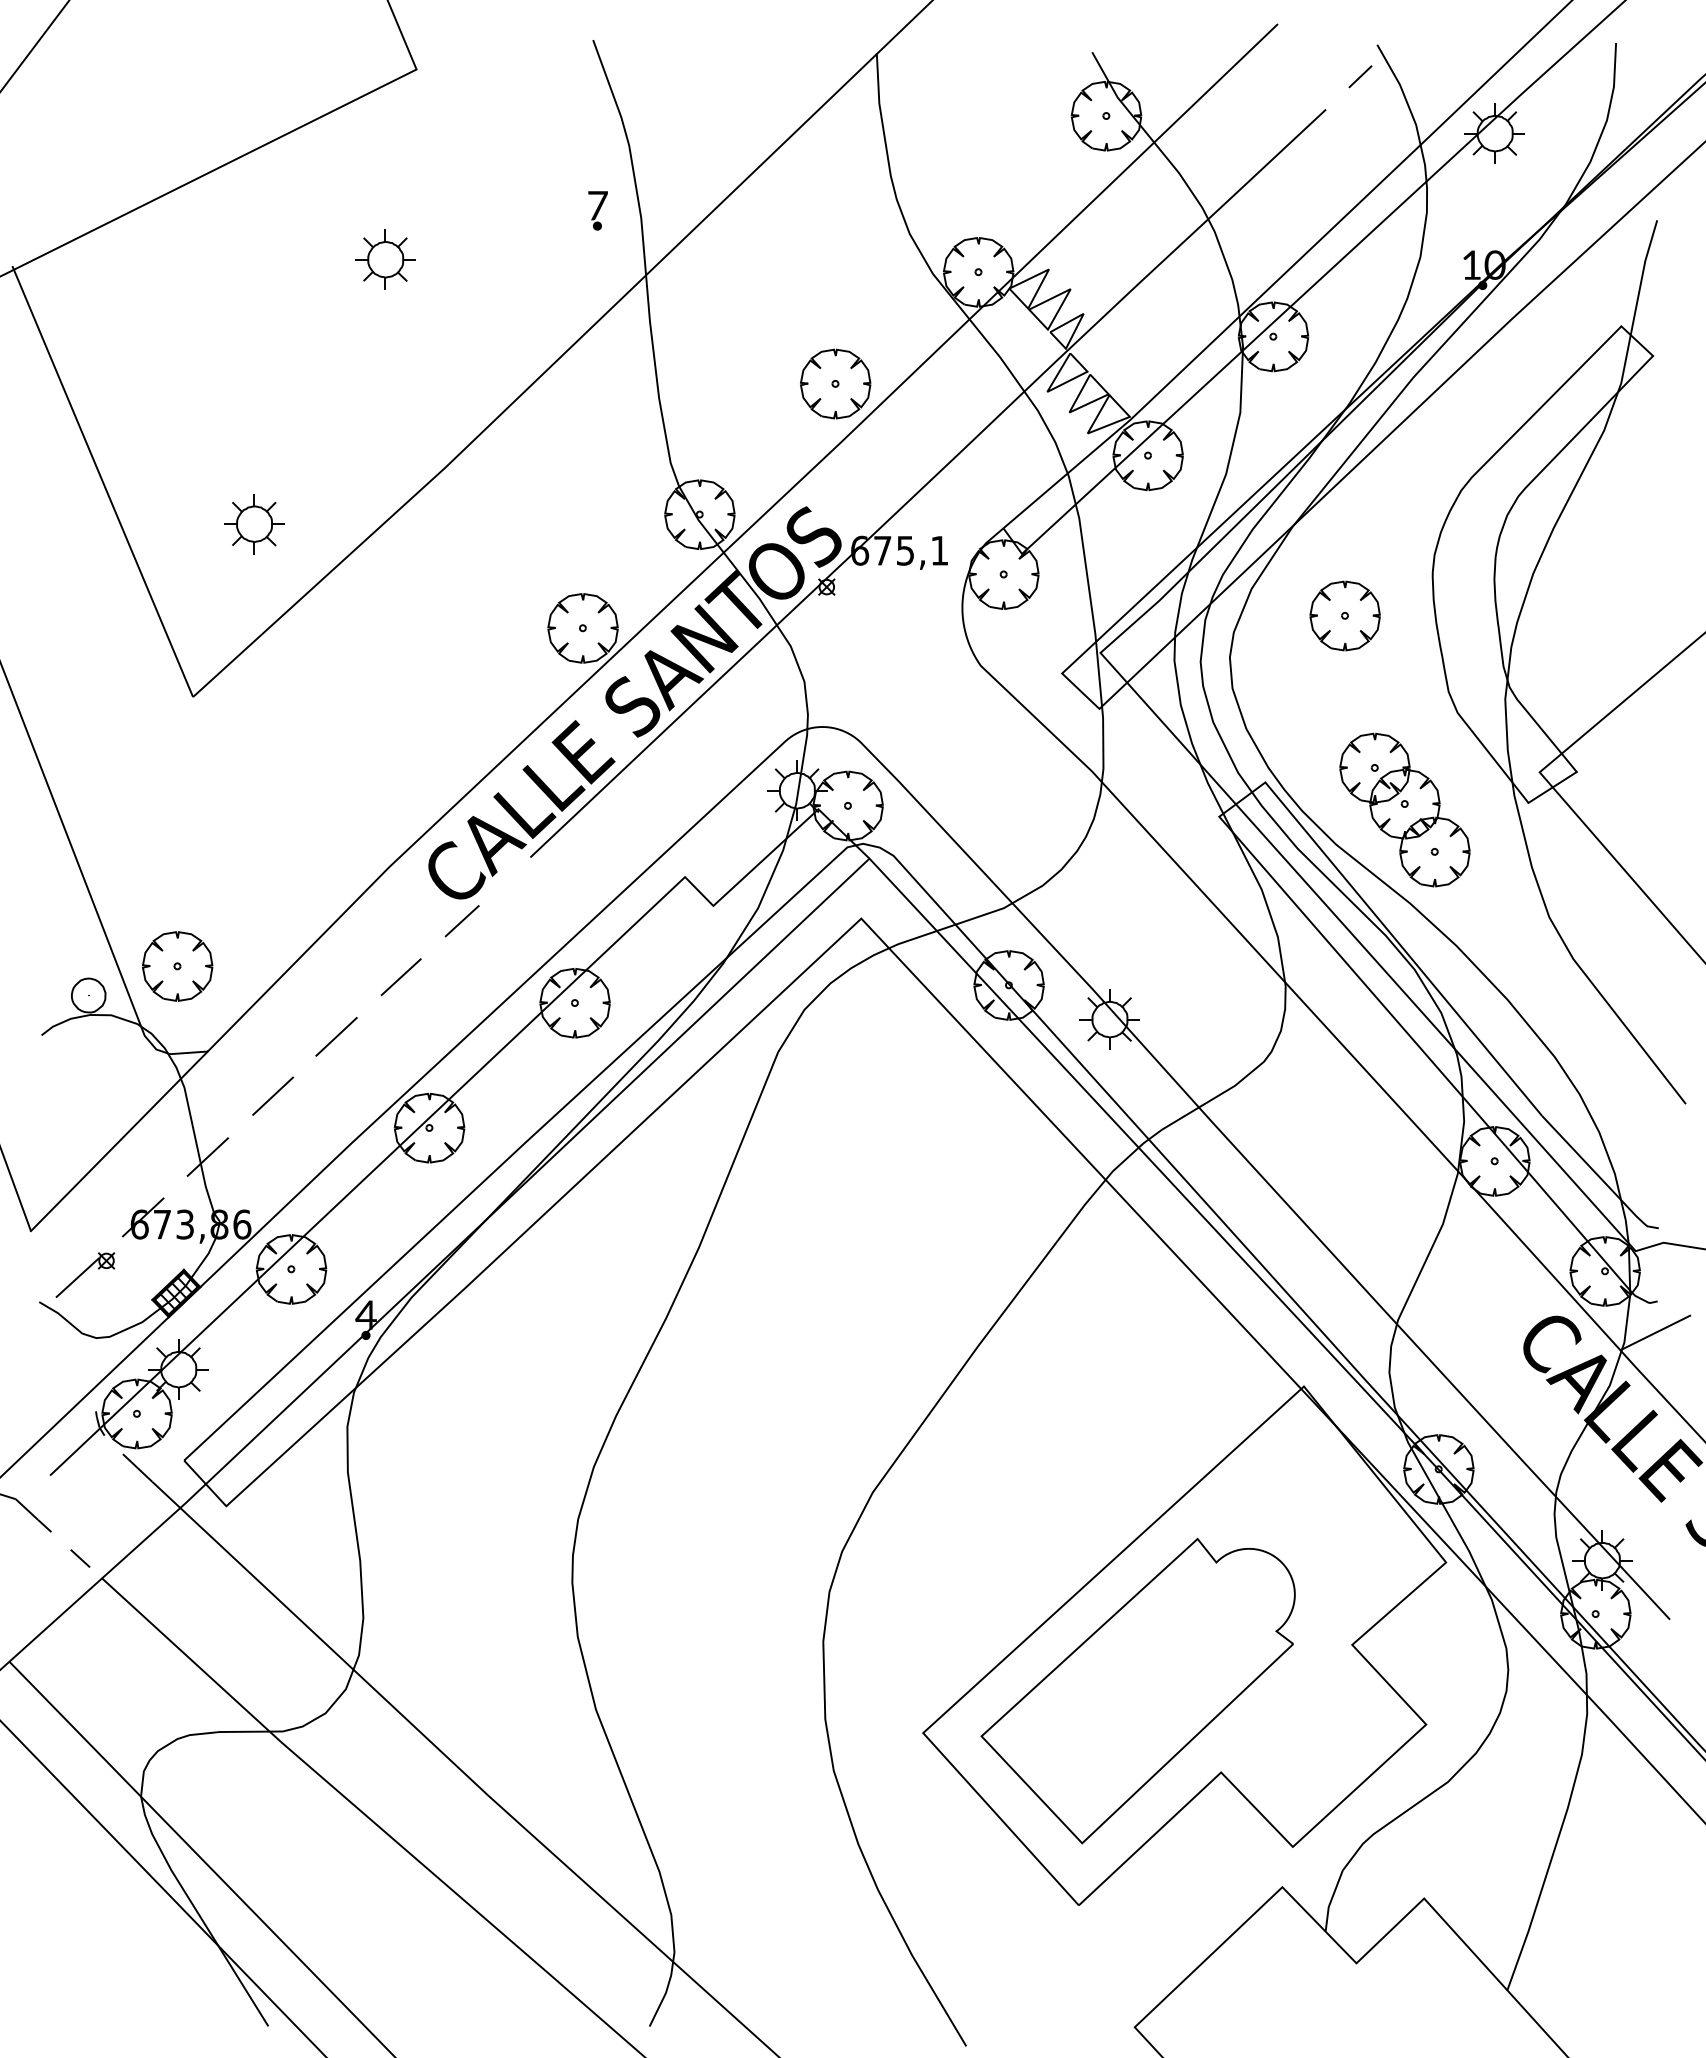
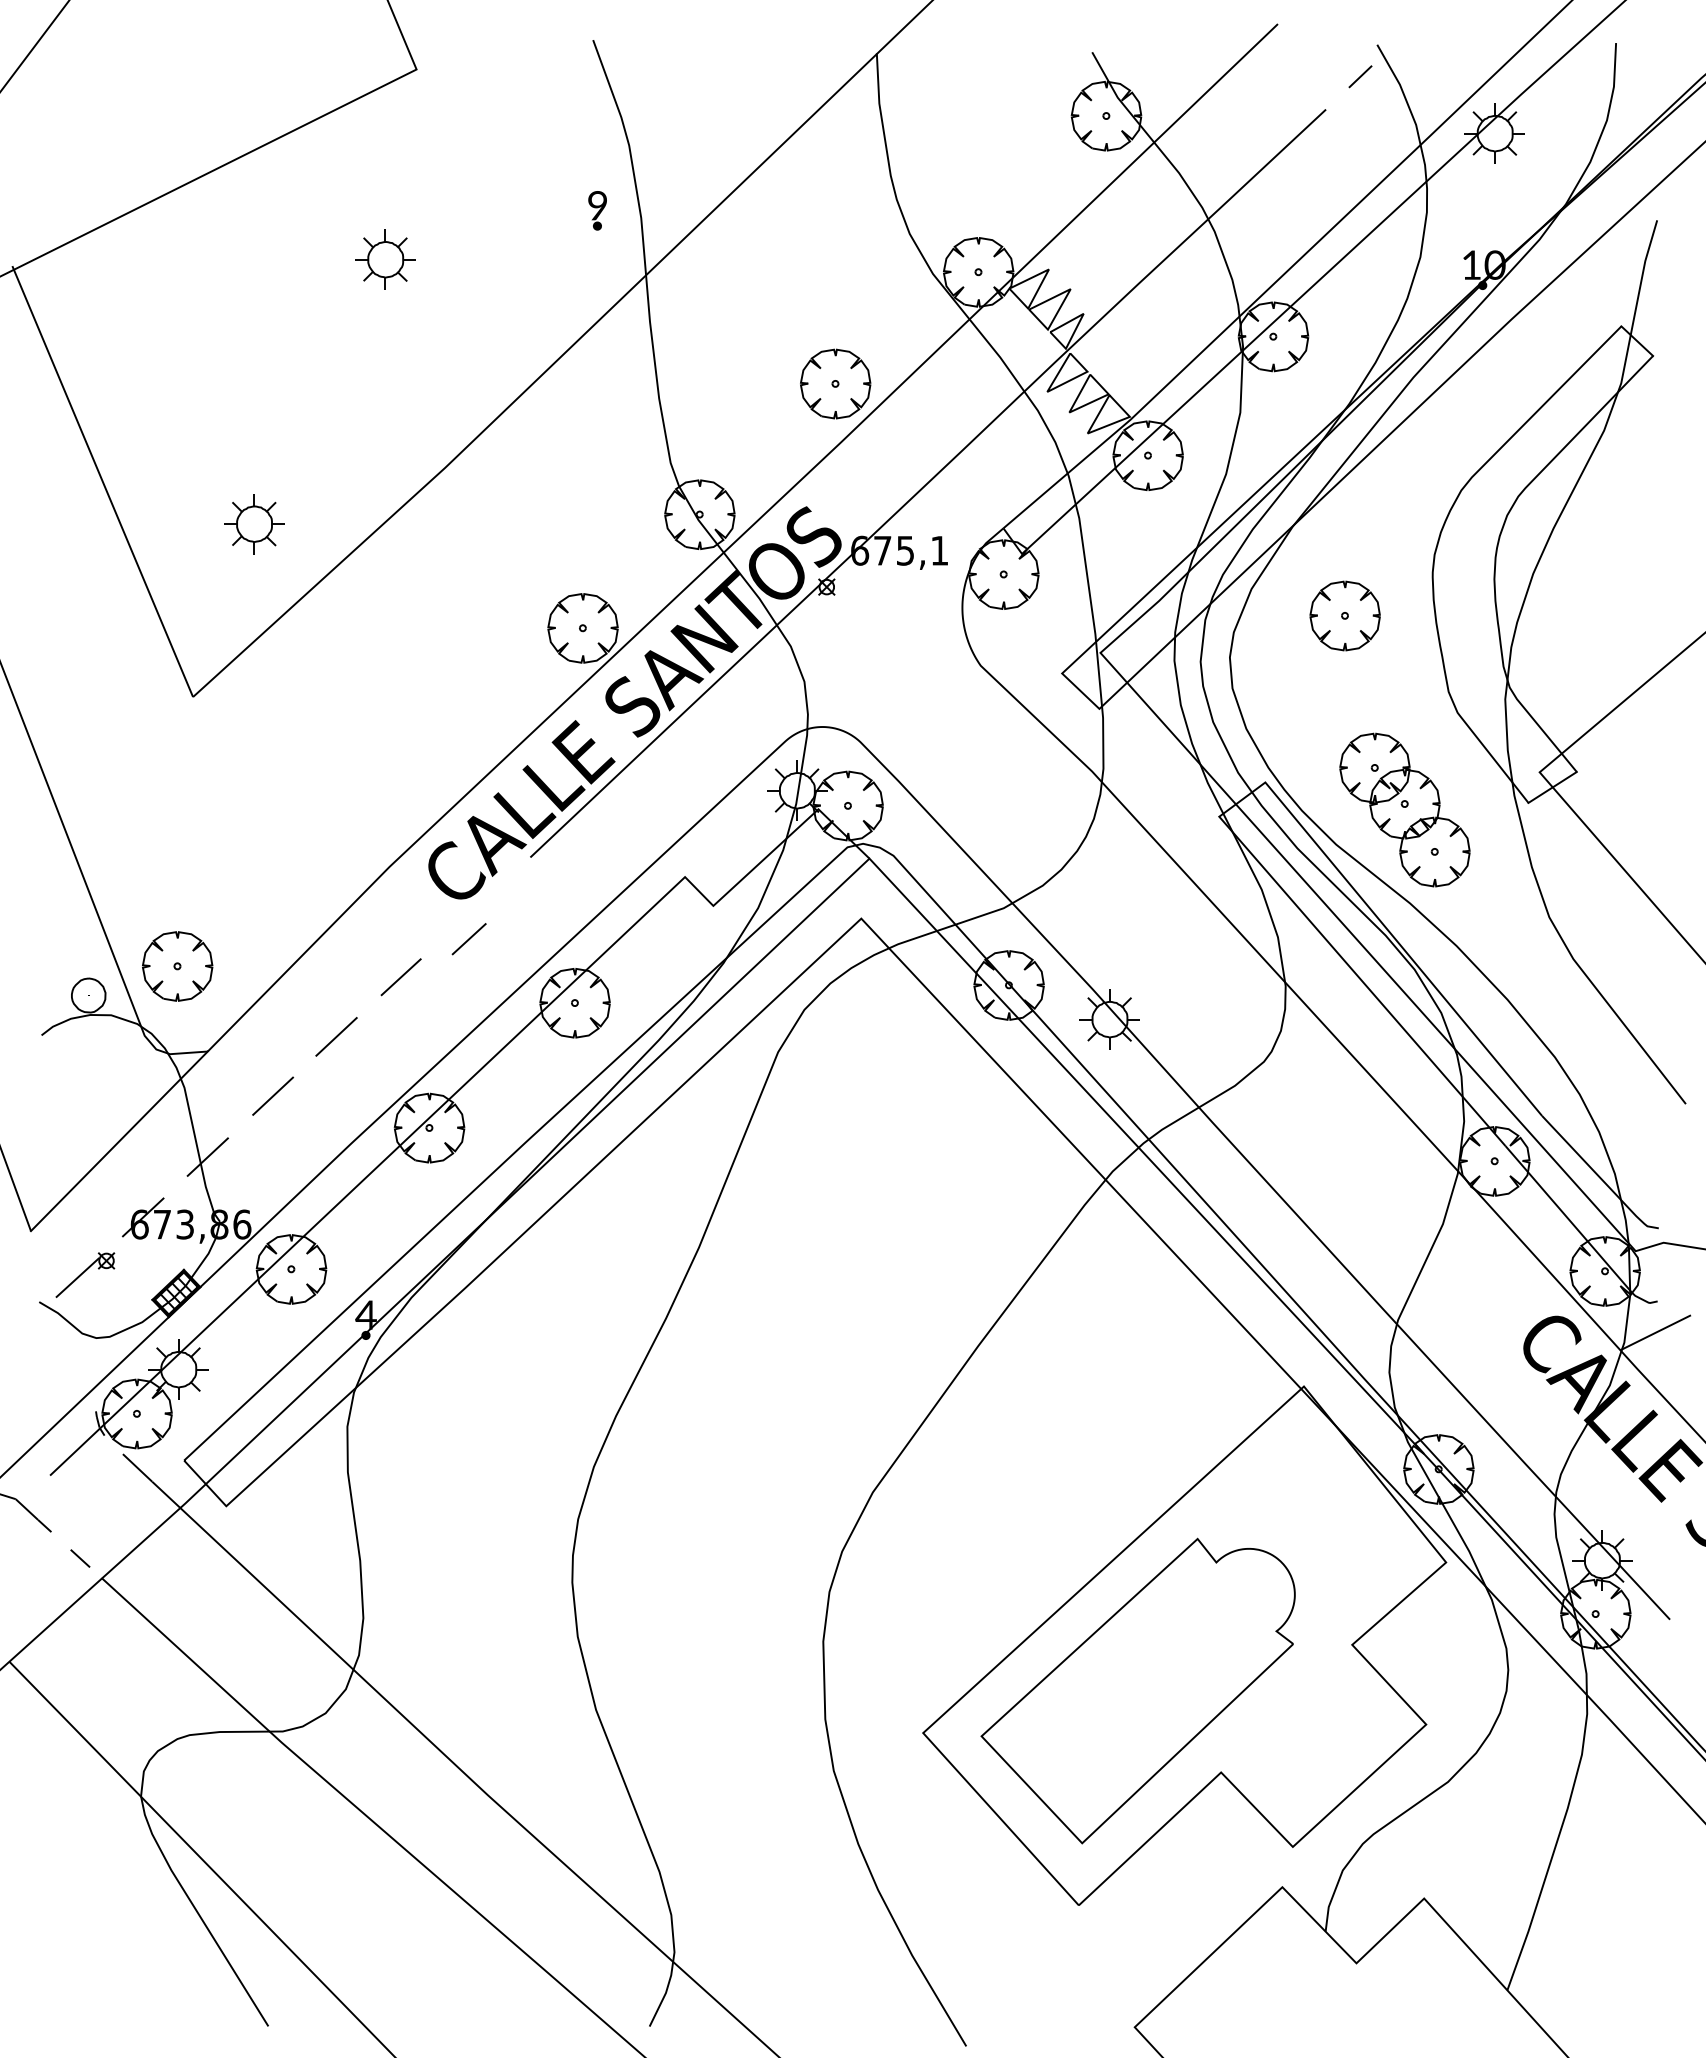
text at (597, 205): 7 -> 9
line at (461, 921) position: (461, 921) -> (468, 939)
line at (162, 1888): present -> none
